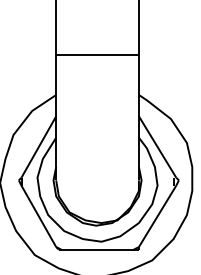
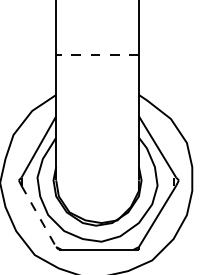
line at (97, 54): solid -> dashed
line at (39, 216): solid -> dashed
